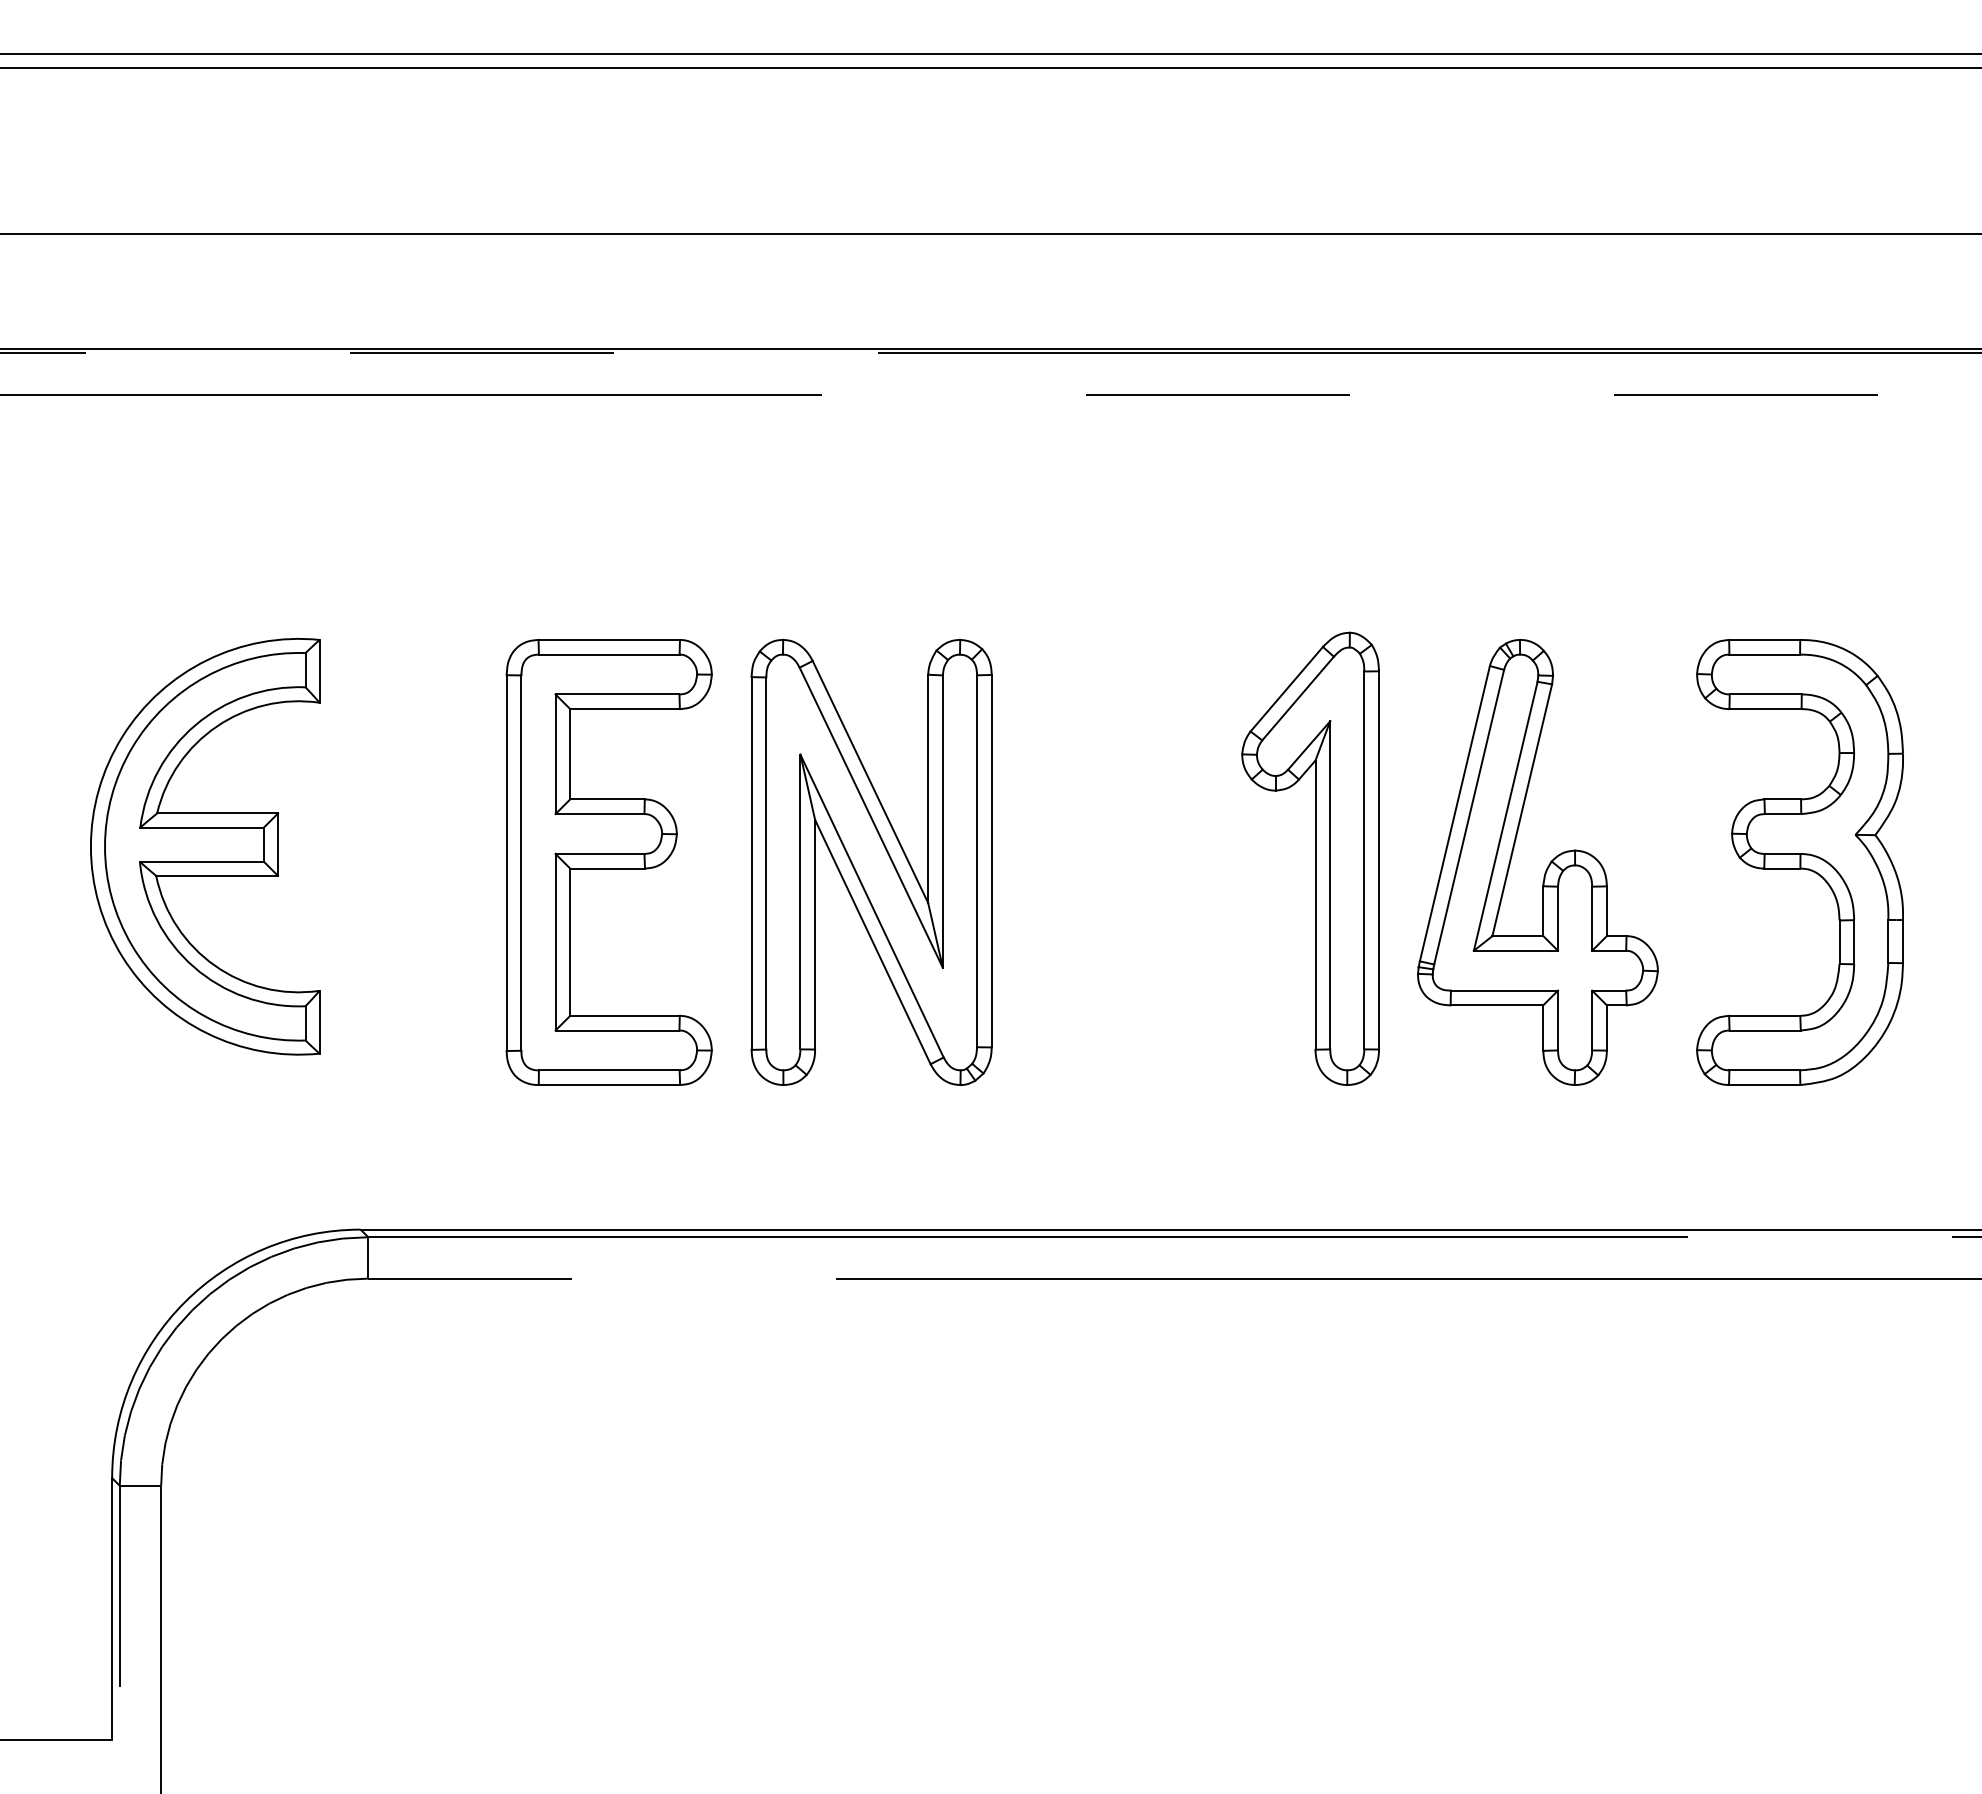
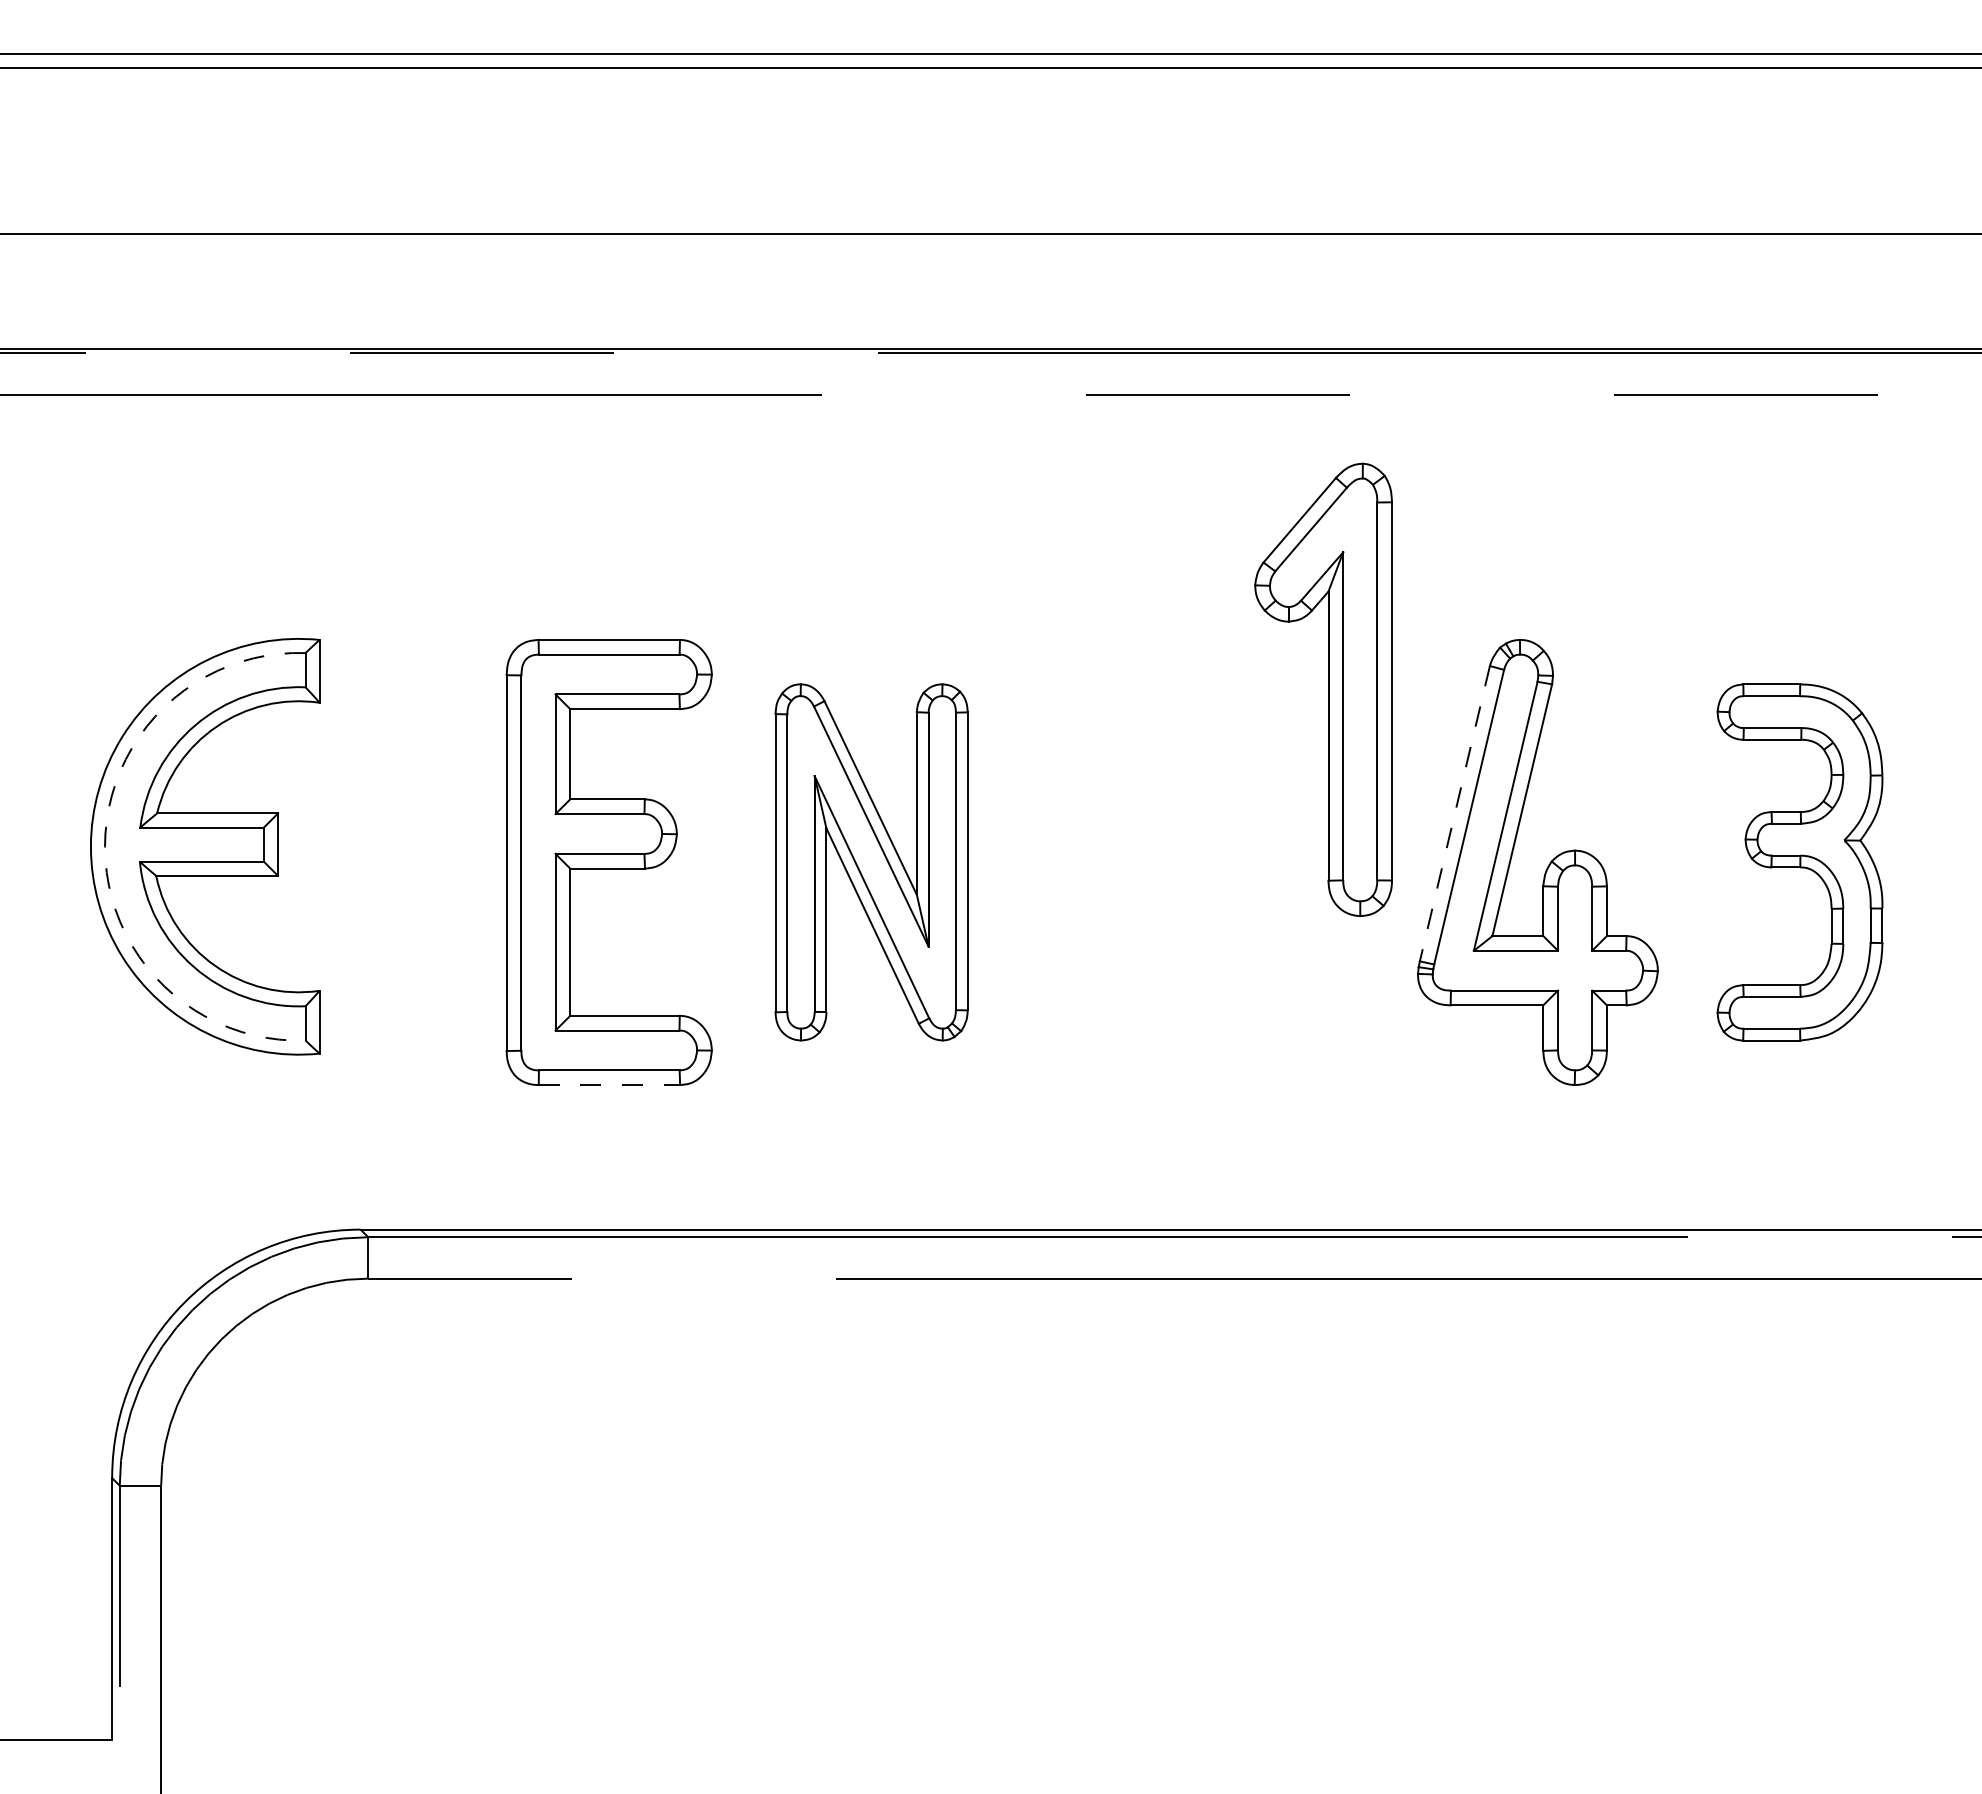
line at (1454, 813): solid -> dashed
arc at (105, 846): solid -> dashed
part at (1310, 858) position: (1310, 858) -> (1323, 689)
part at (871, 861) size: 243x448 px -> 195x359 px
part at (1799, 862) size: 208x447 px -> 168x359 px
line at (609, 1085): solid -> dashed
